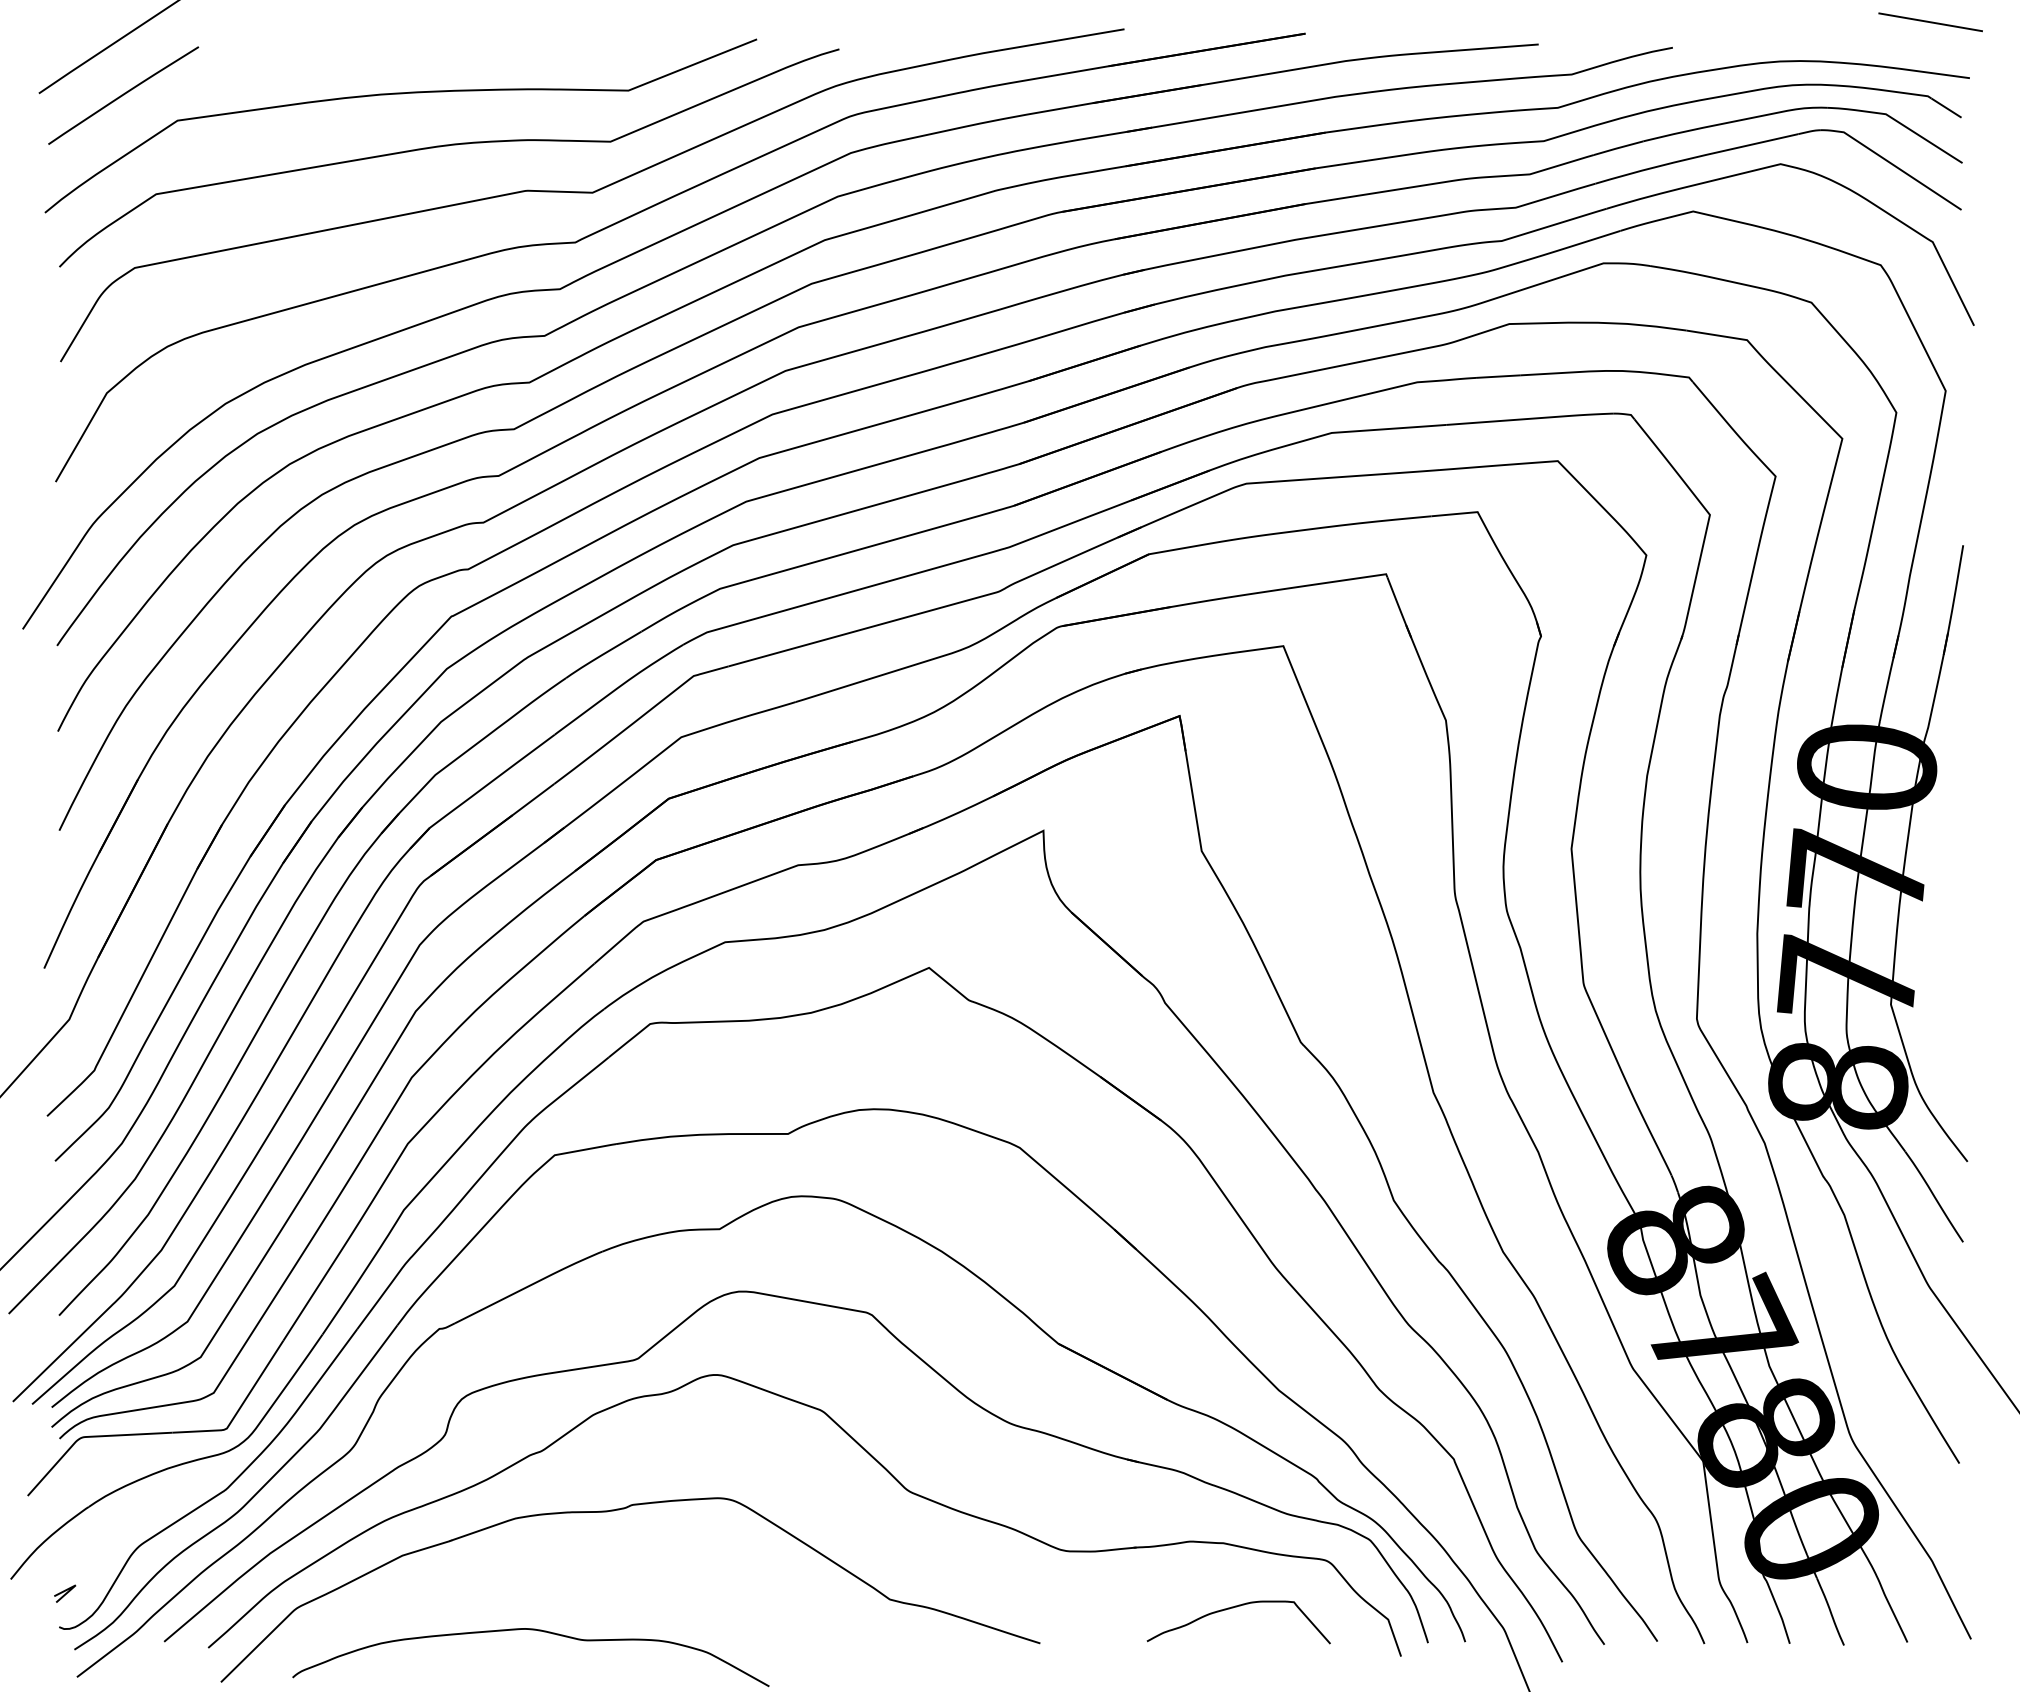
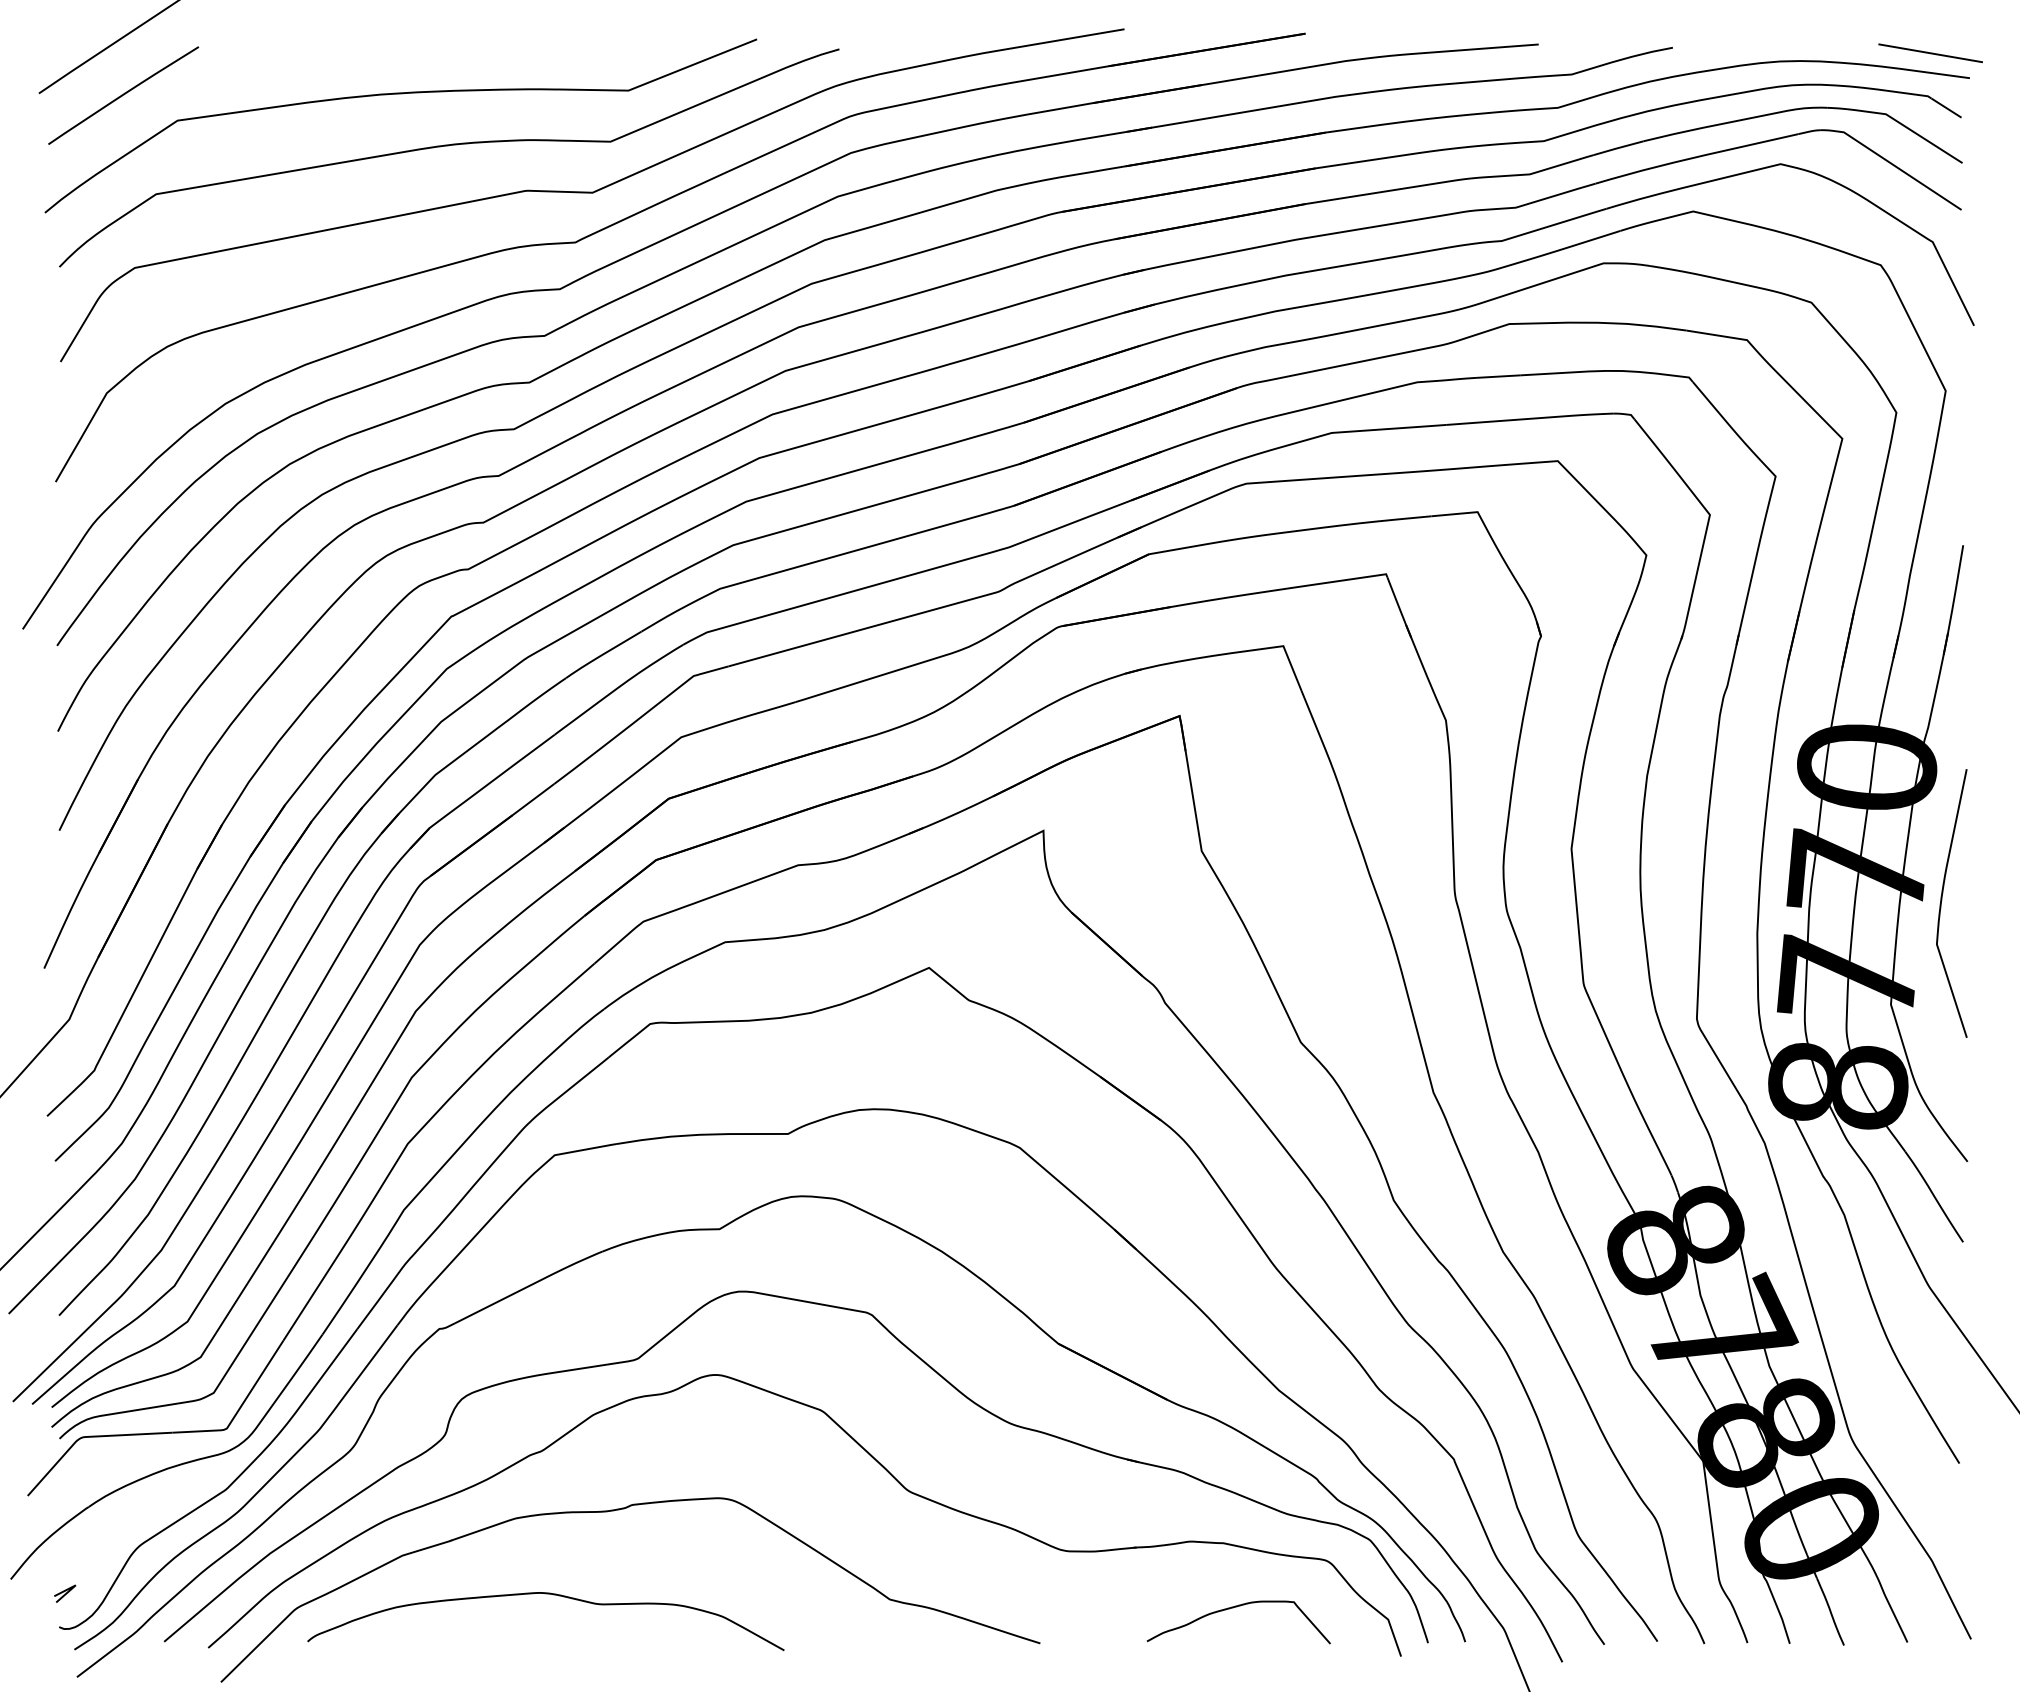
line at (1930, 22) position: (1930, 22) -> (1930, 53)
curve at (1942, 900): none -> present
curve at (530, 1630) position: (530, 1630) -> (545, 1594)
